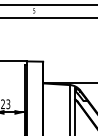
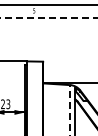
line at (49, 18): solid -> dashed
line at (70, 110): solid -> dashed
